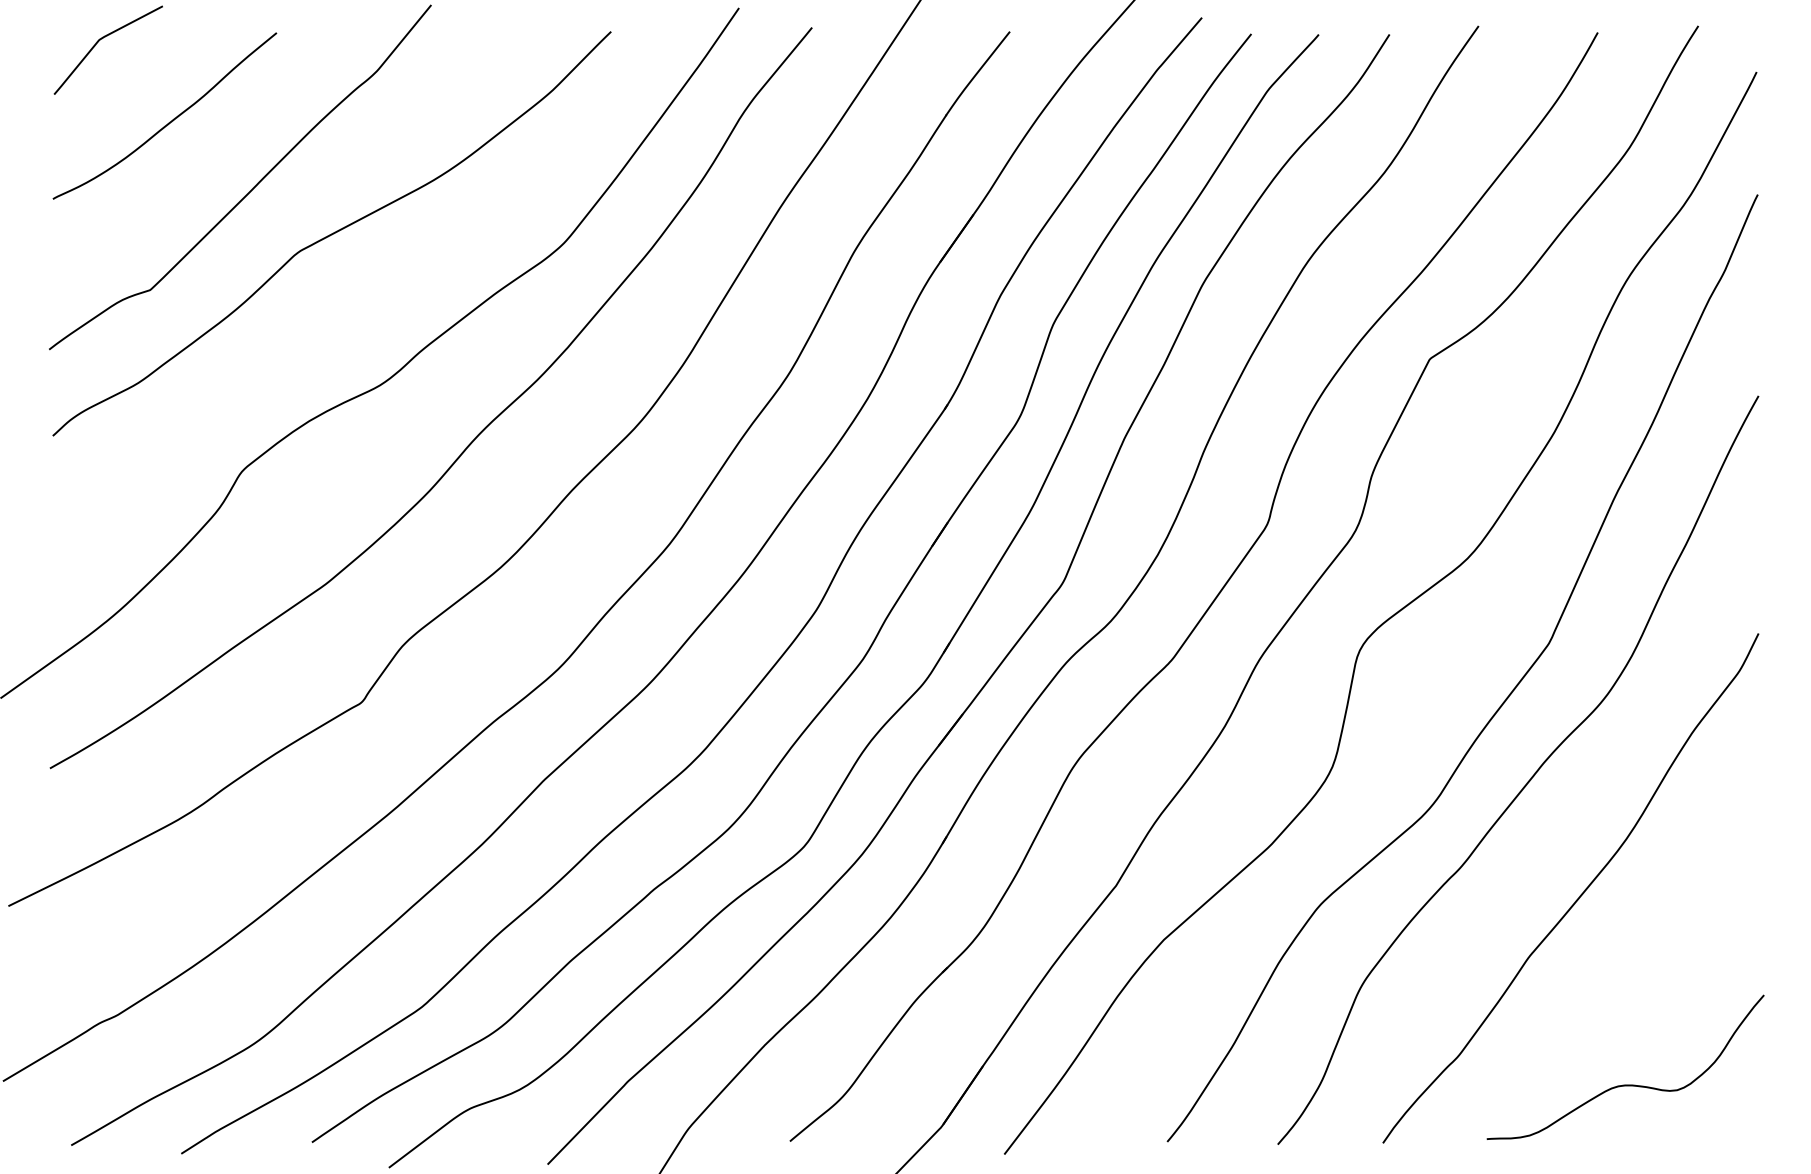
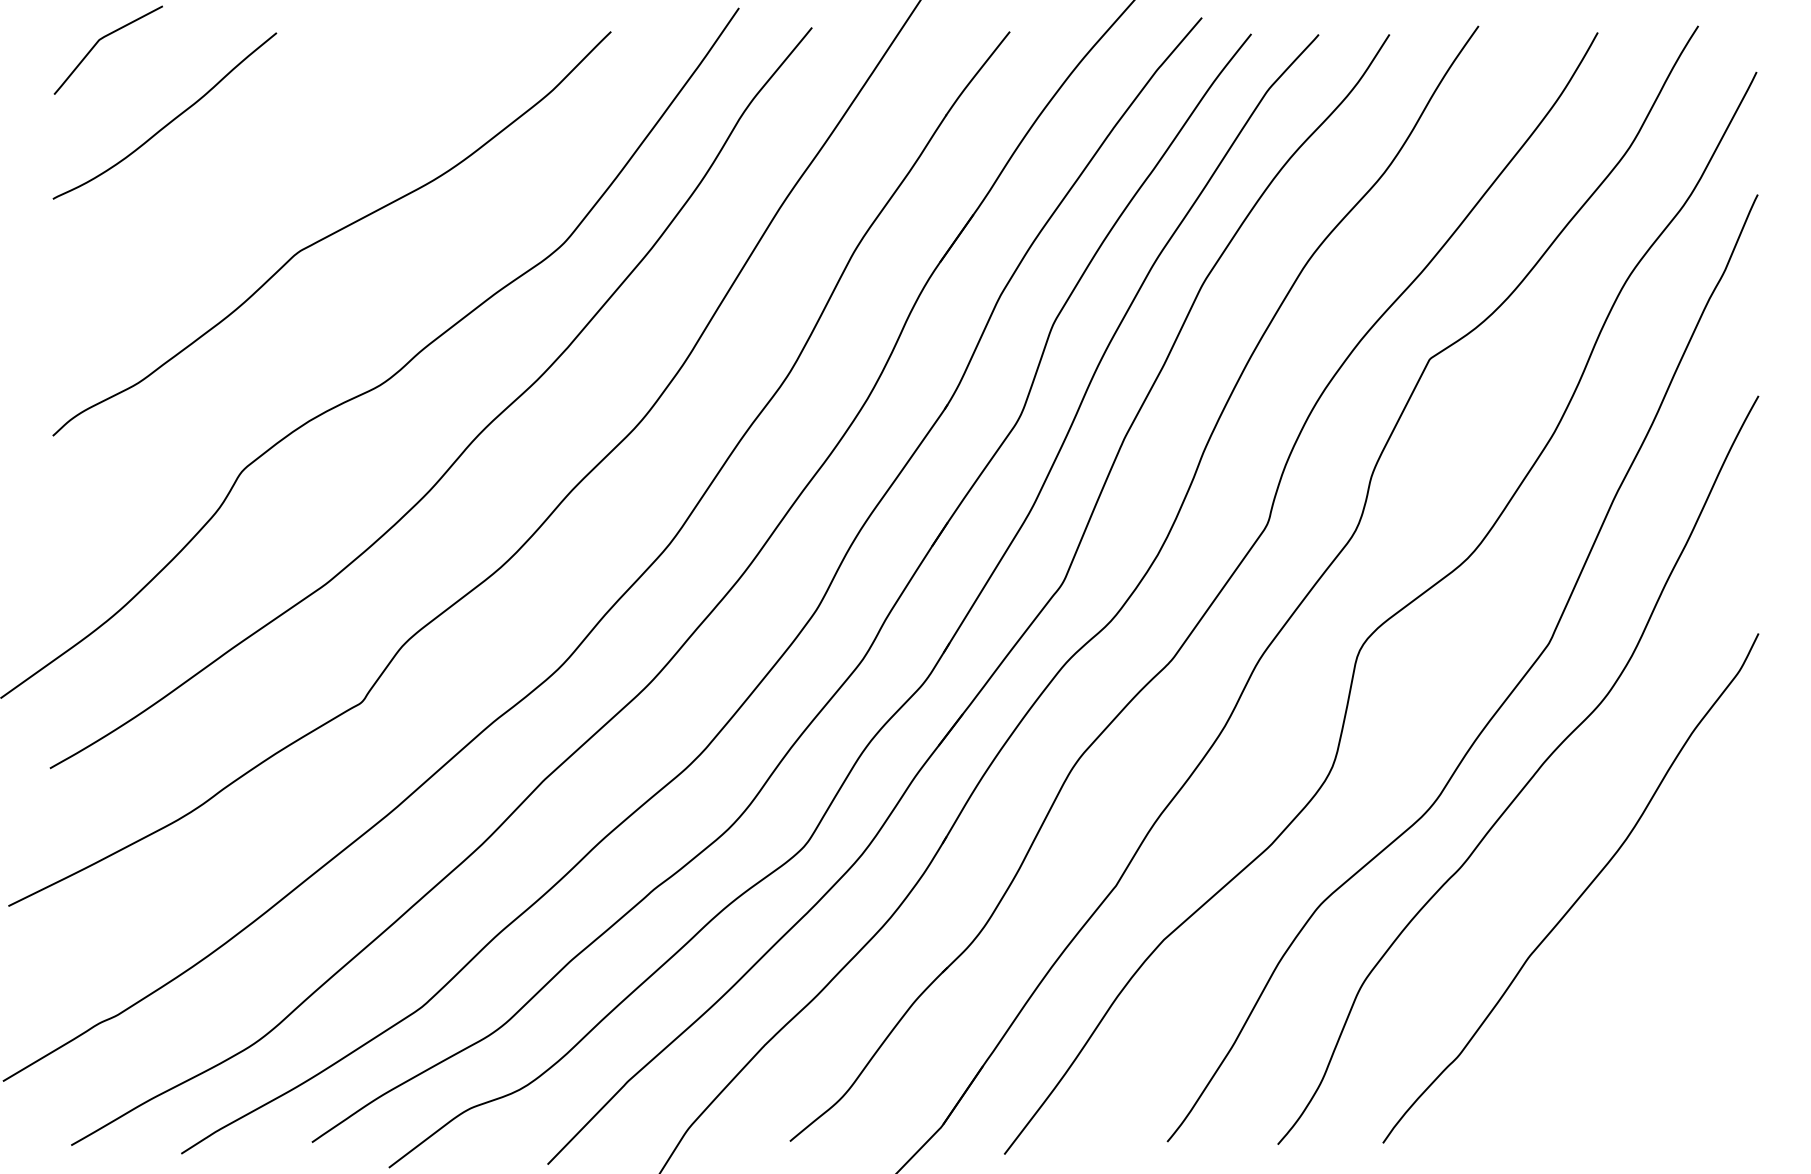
curve at (252, 188): present -> none
curve at (1625, 1084): present -> none
